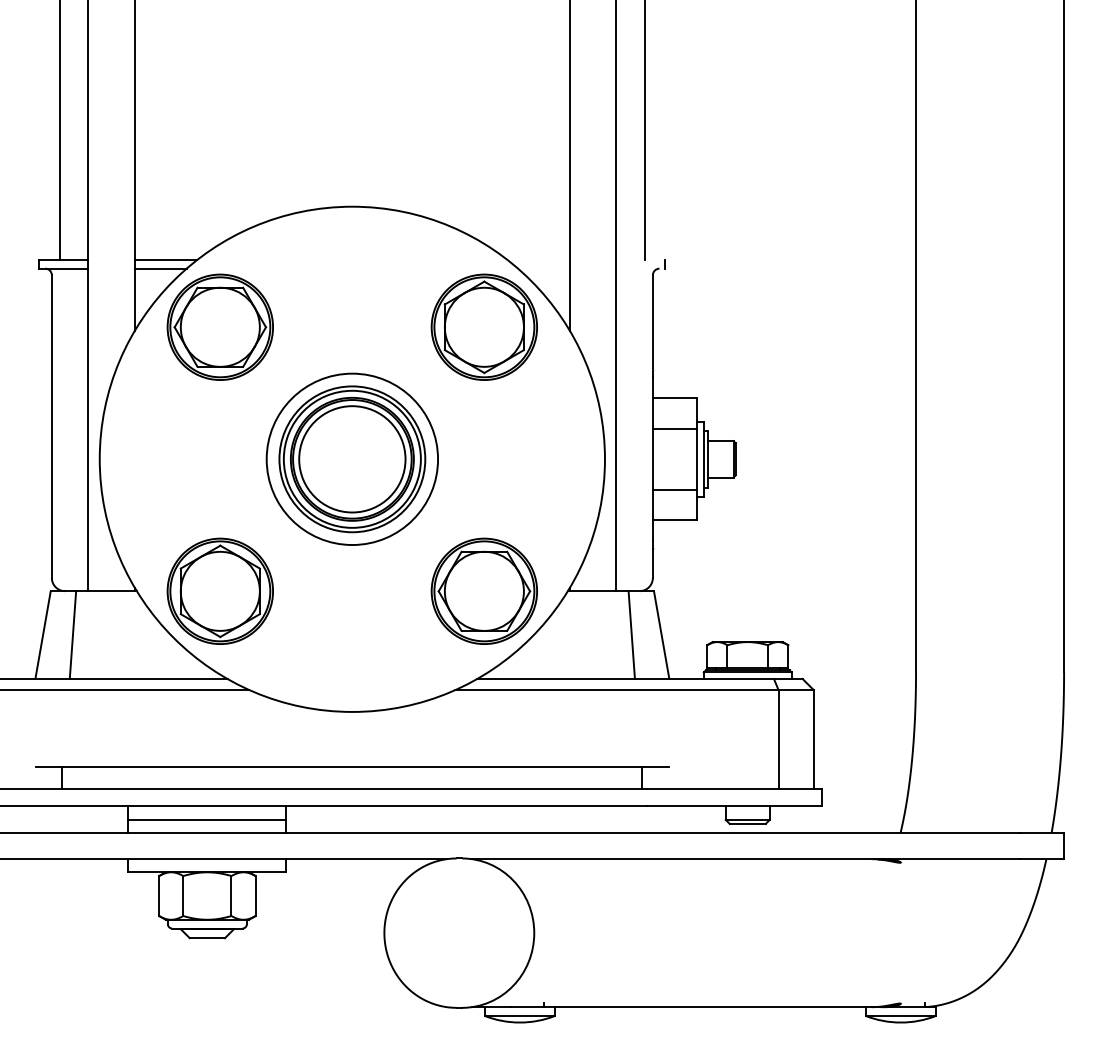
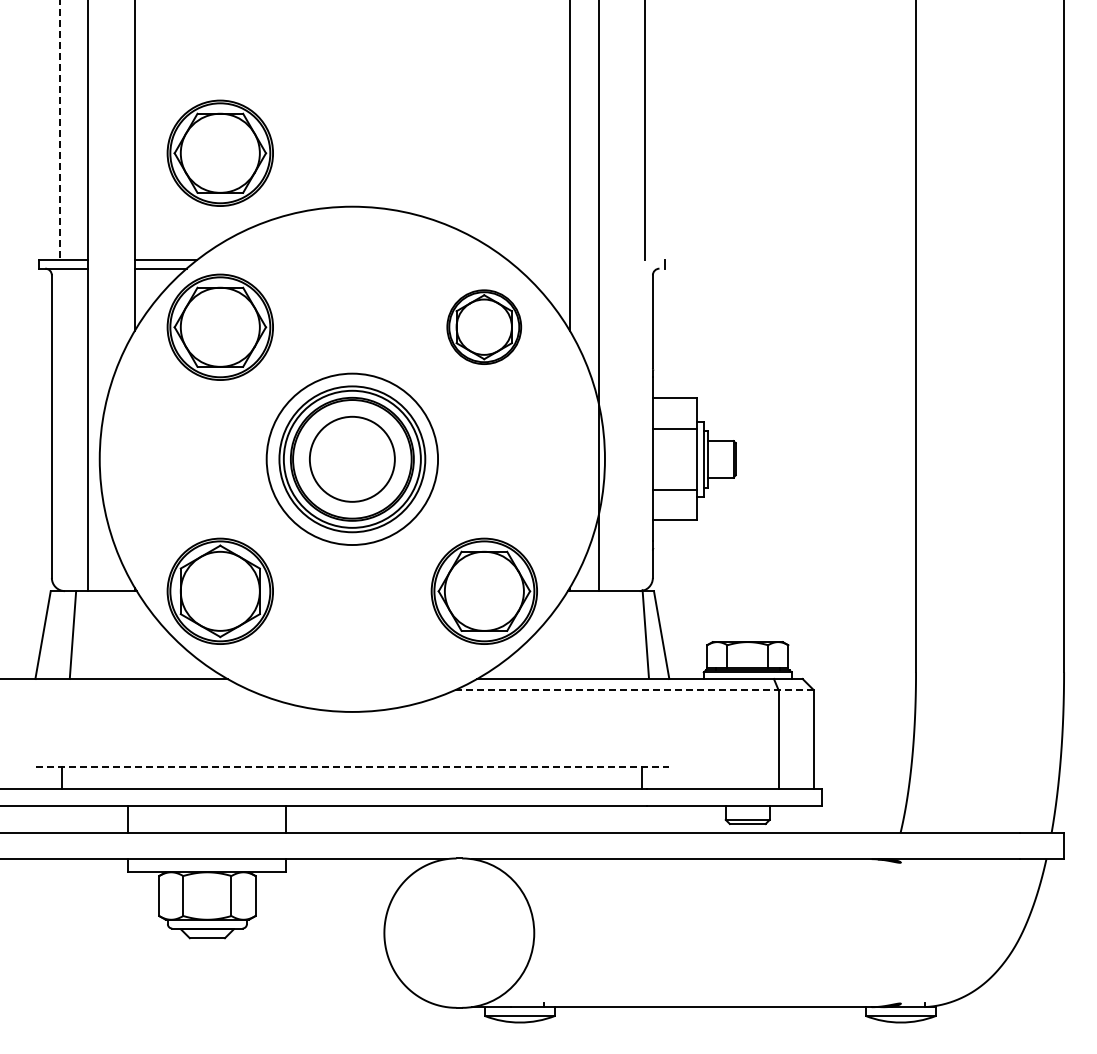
line at (60, 130): solid -> dashed
part at (219, 152): none -> present
line at (616, 296) position: (616, 296) -> (599, 296)
part at (483, 326) size: 108x108 px -> 77x76 px
circle at (352, 459) diameter: 106 px -> 85 px
line at (631, 635) position: (631, 635) -> (645, 634)
line at (125, 689): present -> none
line at (635, 689): solid -> dashed
line at (352, 766): solid -> dashed
line at (207, 819): present -> none
